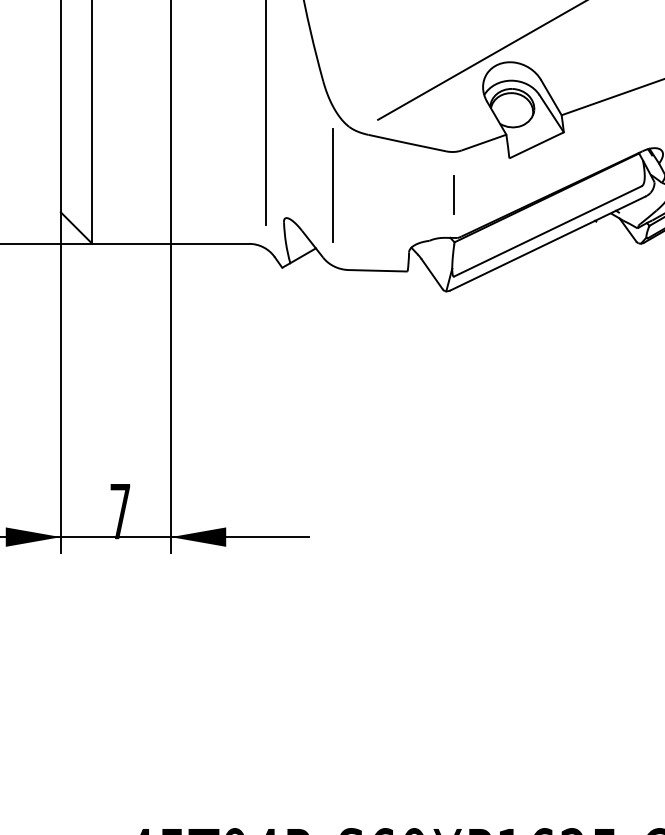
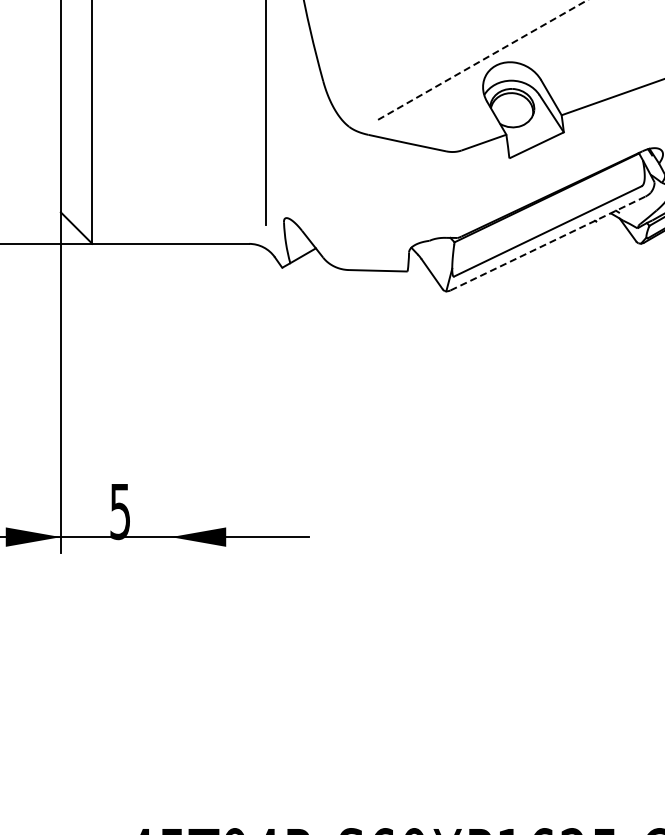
line at (483, 59): solid -> dashed
line at (332, 185): present -> none
line at (453, 194): present -> none
line at (548, 243): solid -> dashed
line at (171, 277): present -> none
text at (120, 512): 7 -> 5
